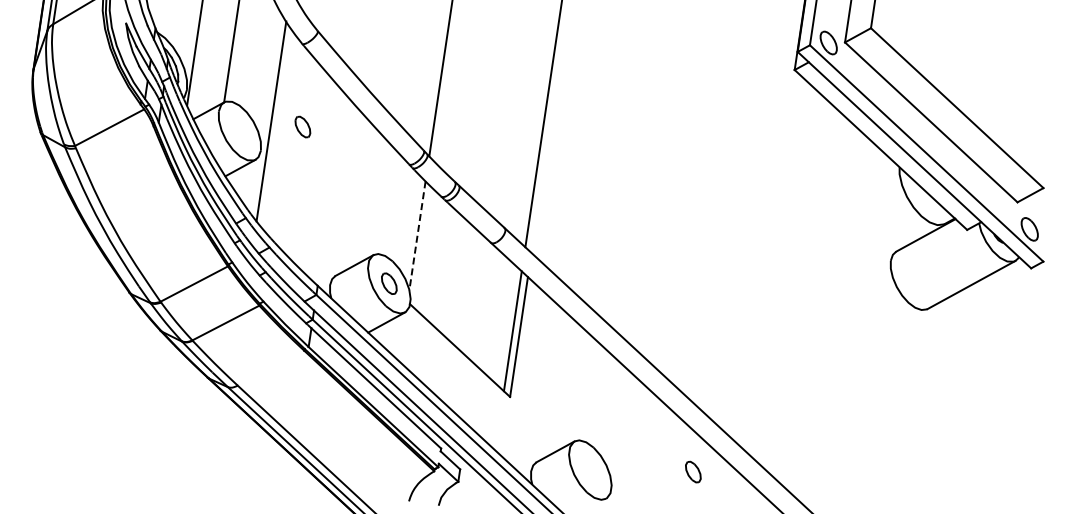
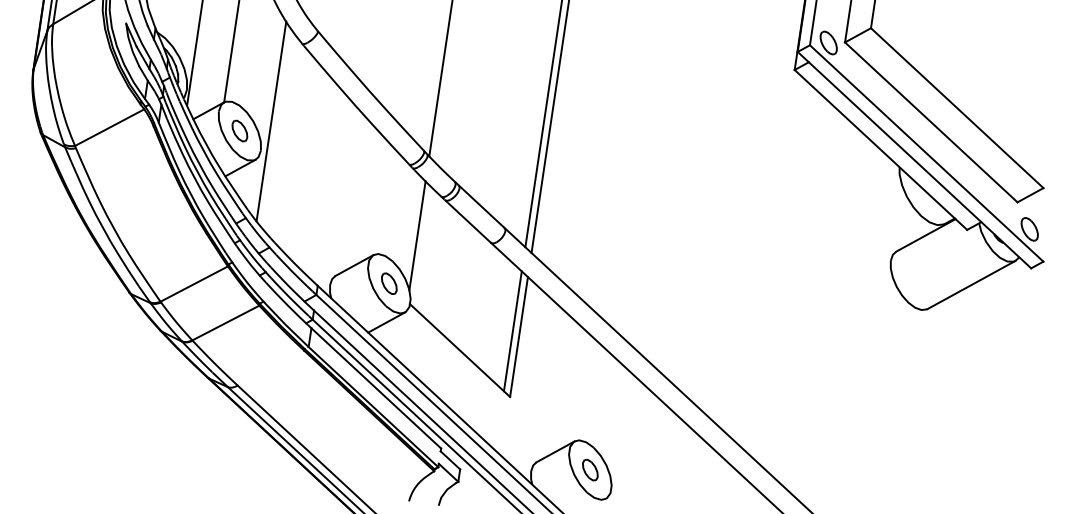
part at (302, 126) position: (302, 126) -> (239, 130)
line at (549, 127): none -> present
line at (417, 236): dashed -> solid
part at (693, 471) position: (693, 471) -> (590, 469)
